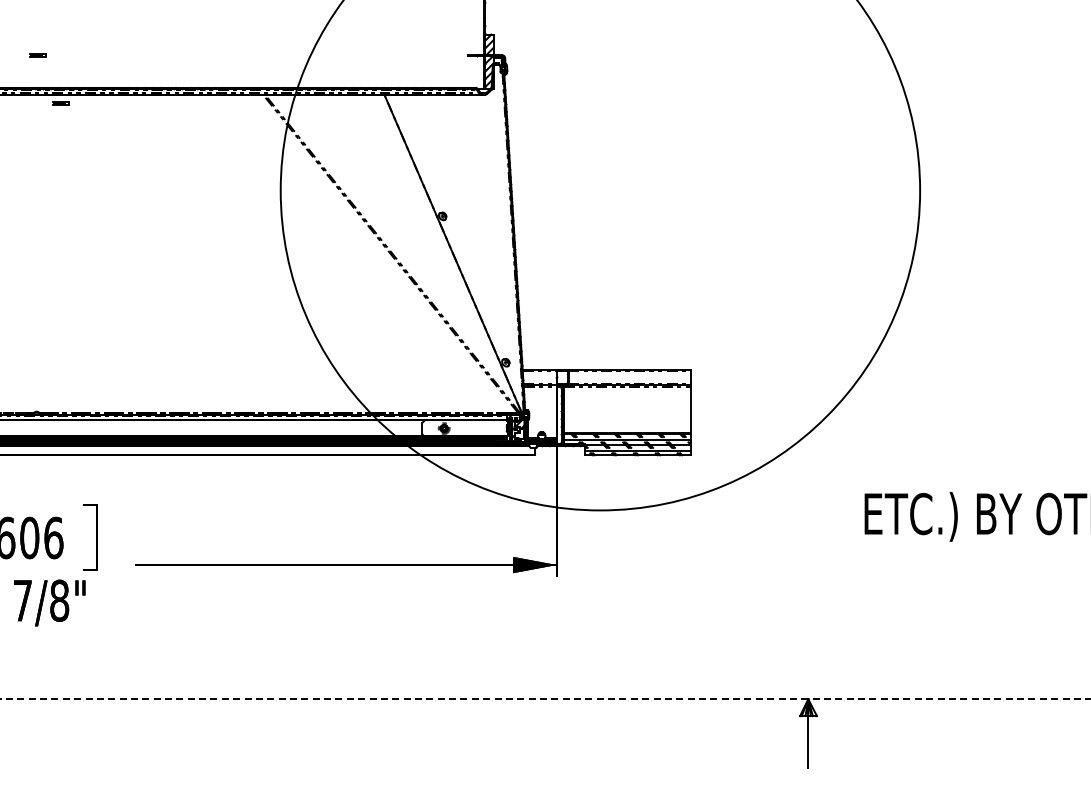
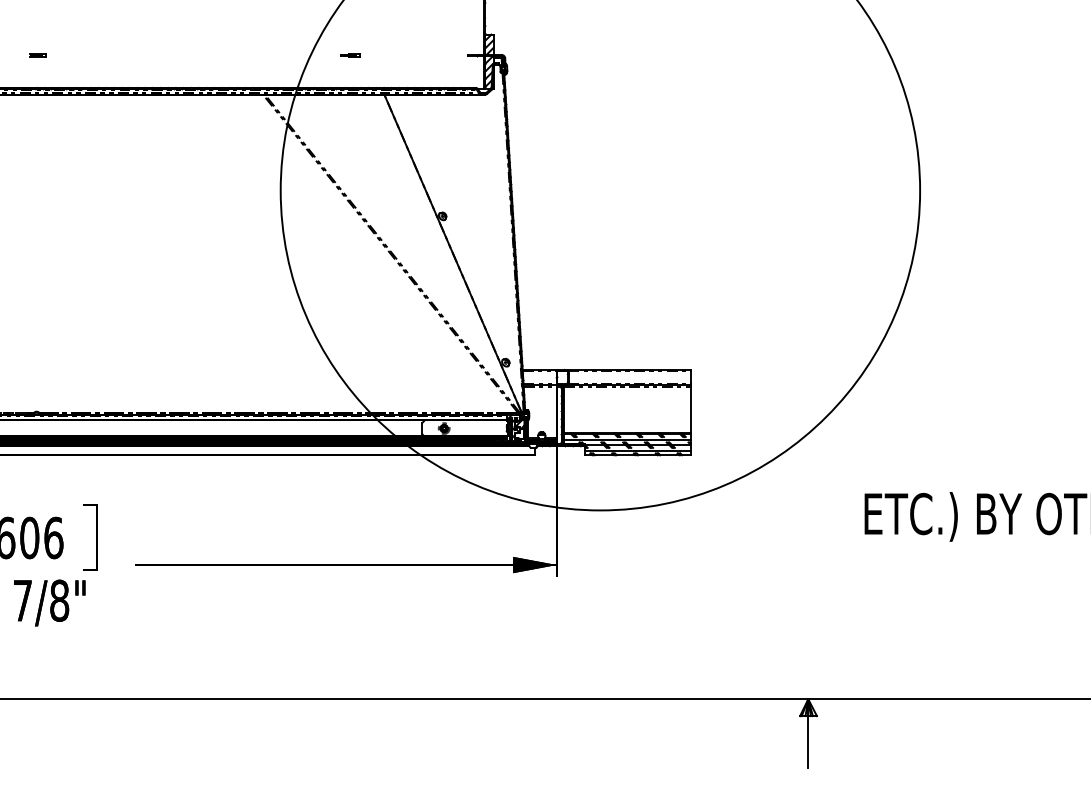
line at (350, 55): none -> present
part at (60, 103): present -> none
line at (545, 699): dashed -> solid
